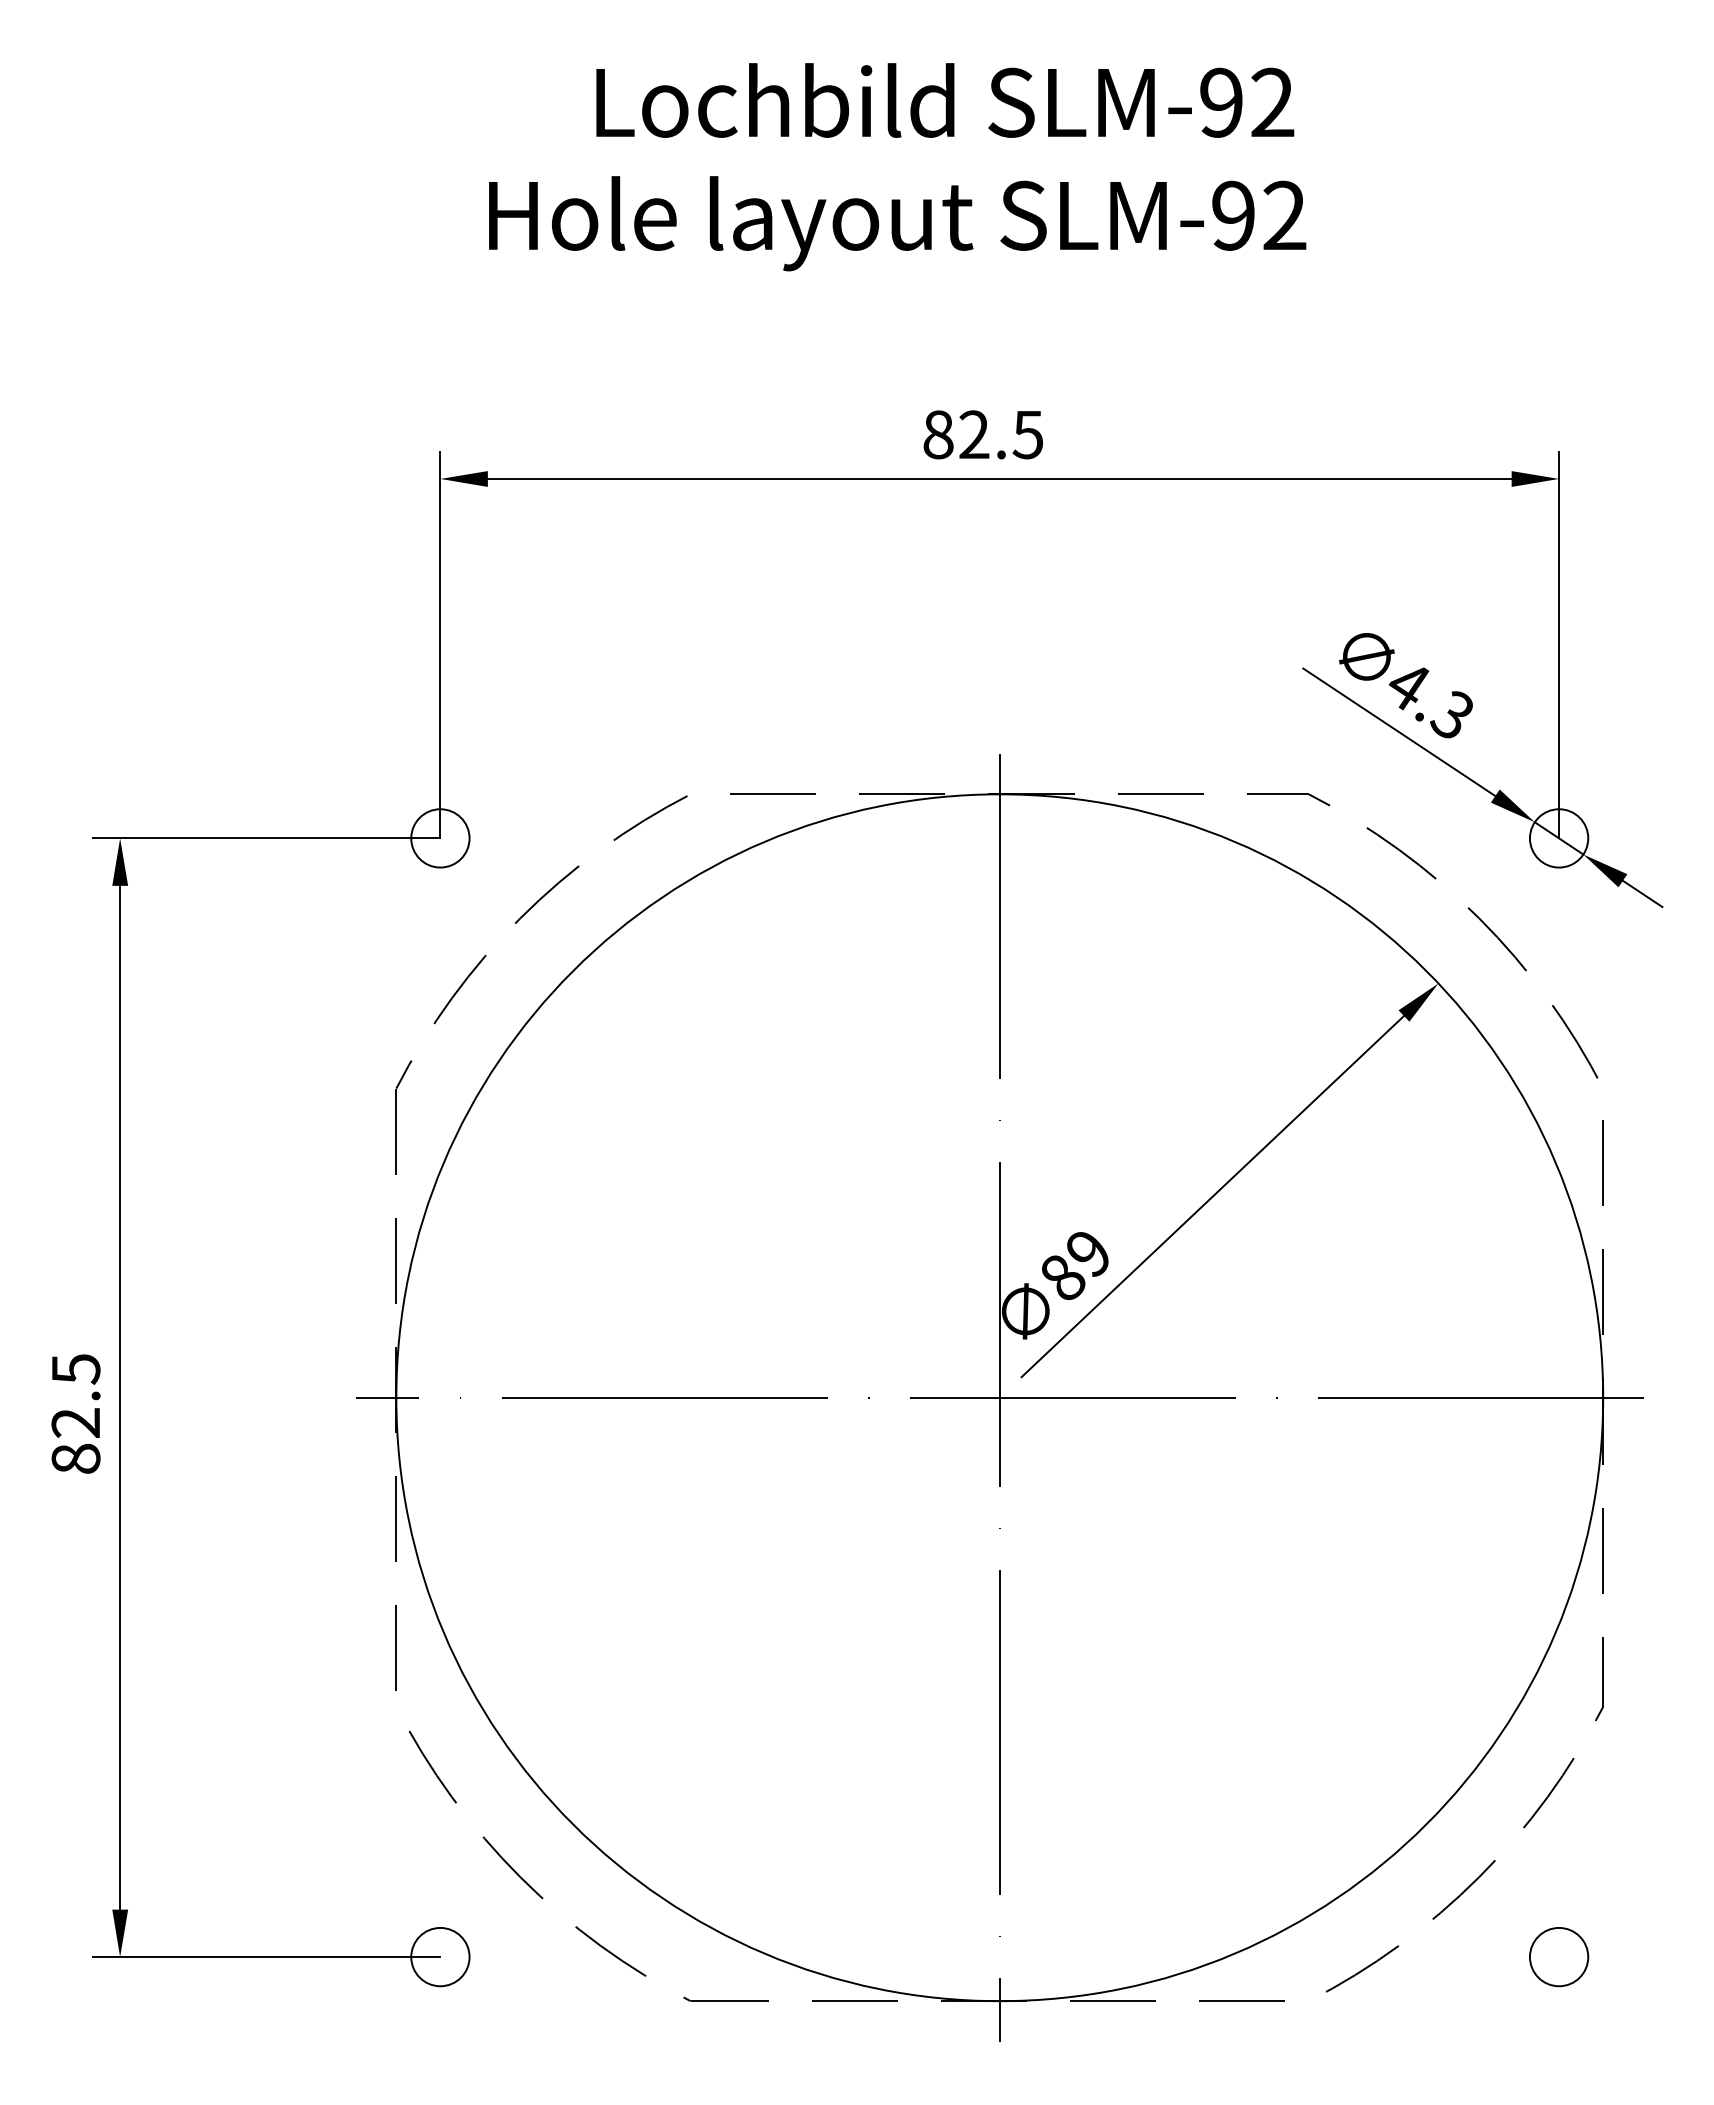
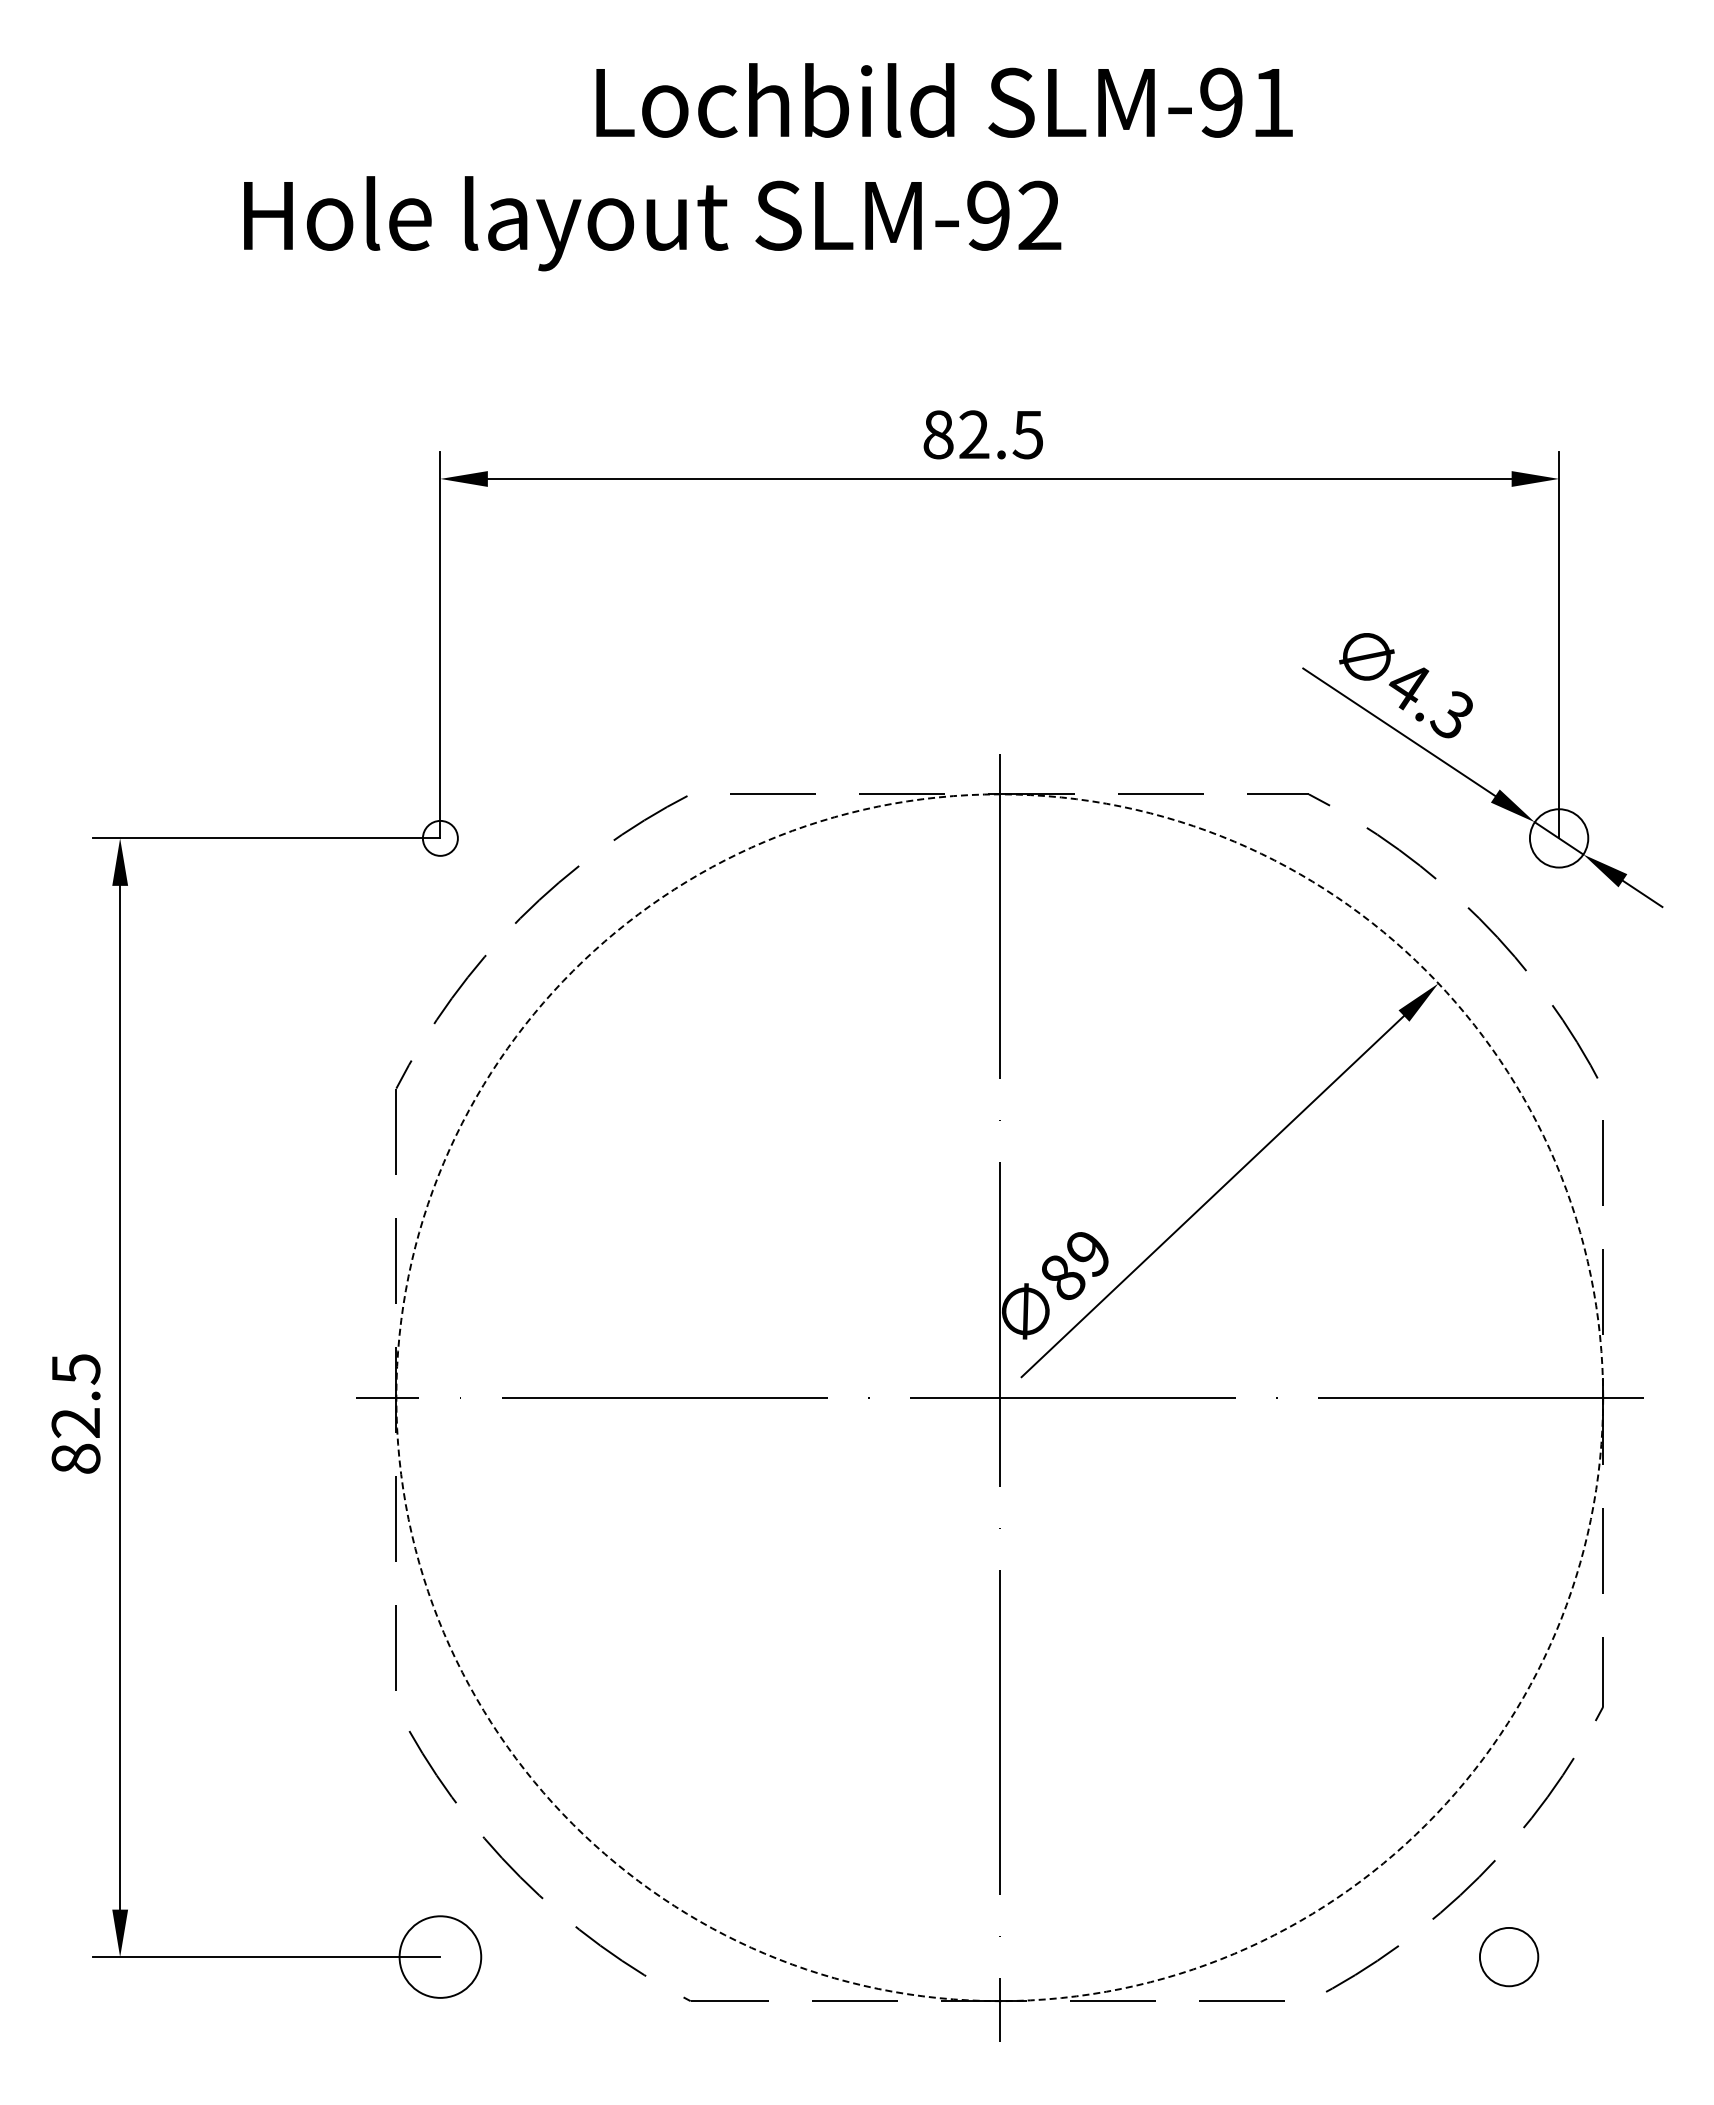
text at (1272, 101): SLM-92 -> SLM-91
text at (897, 223) position: (897, 223) -> (652, 223)
circle at (440, 838) diameter: 58 px -> 35 px
circle at (999, 1397): solid -> dashed
circle at (440, 1956) diameter: 58 px -> 82 px
circle at (1559, 1957) position: (1559, 1957) -> (1509, 1957)
